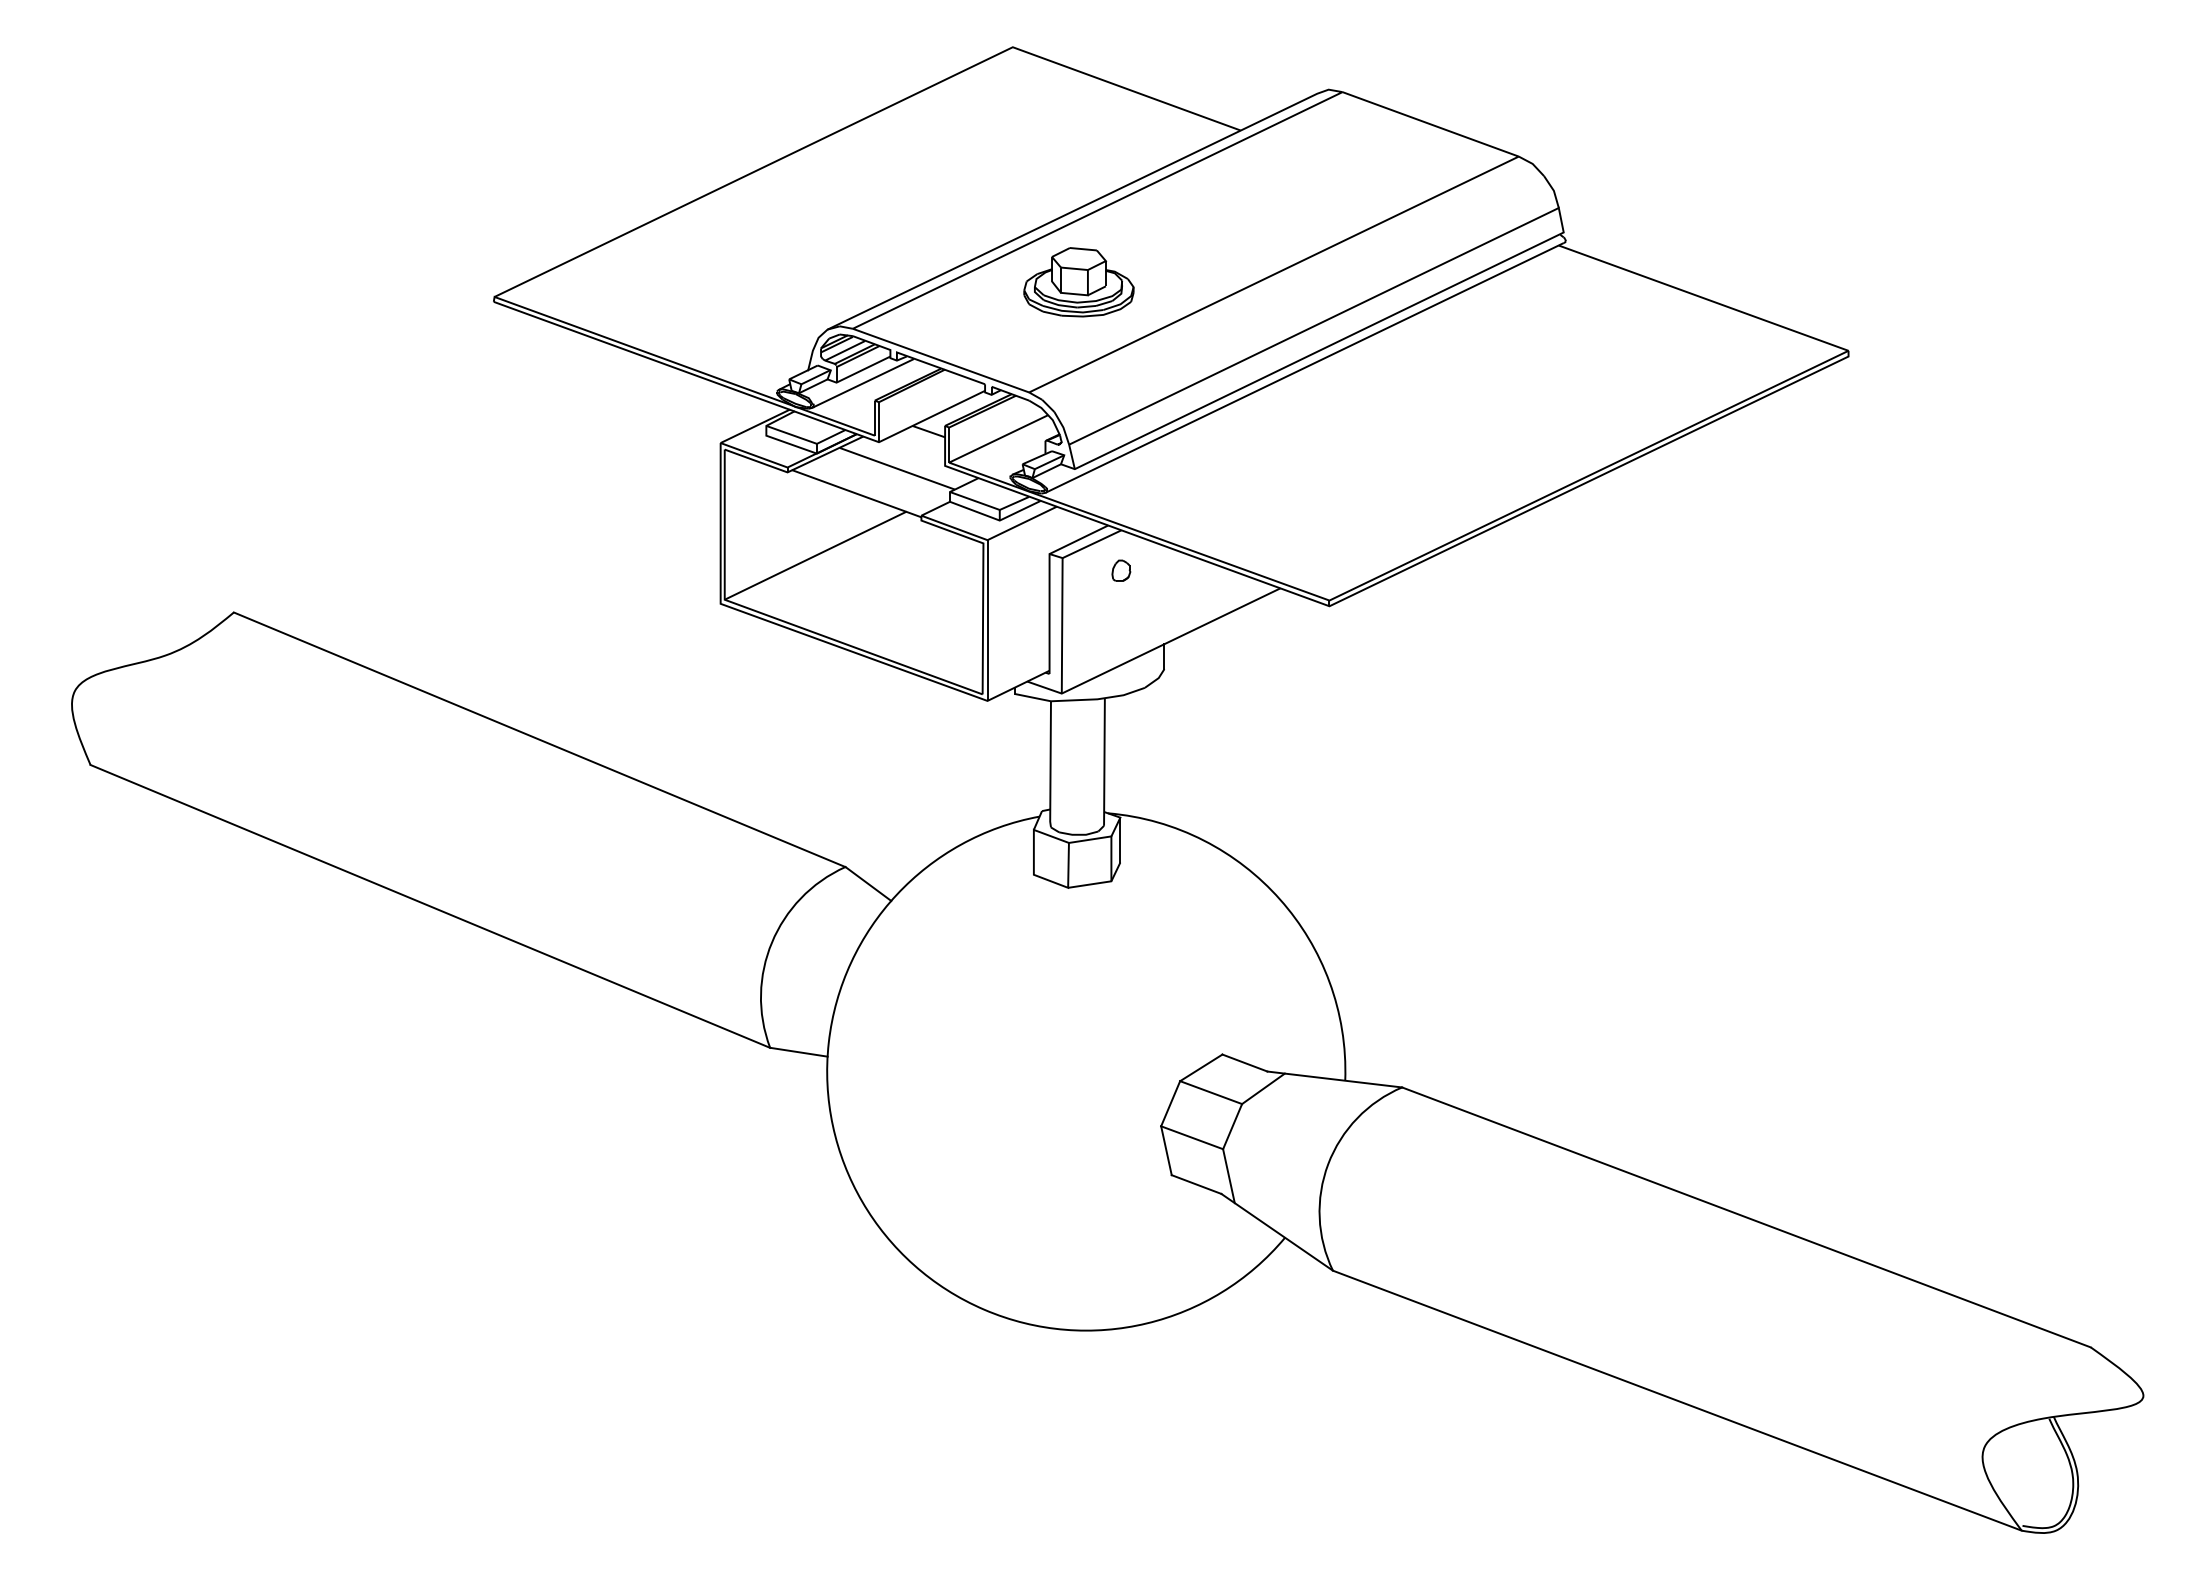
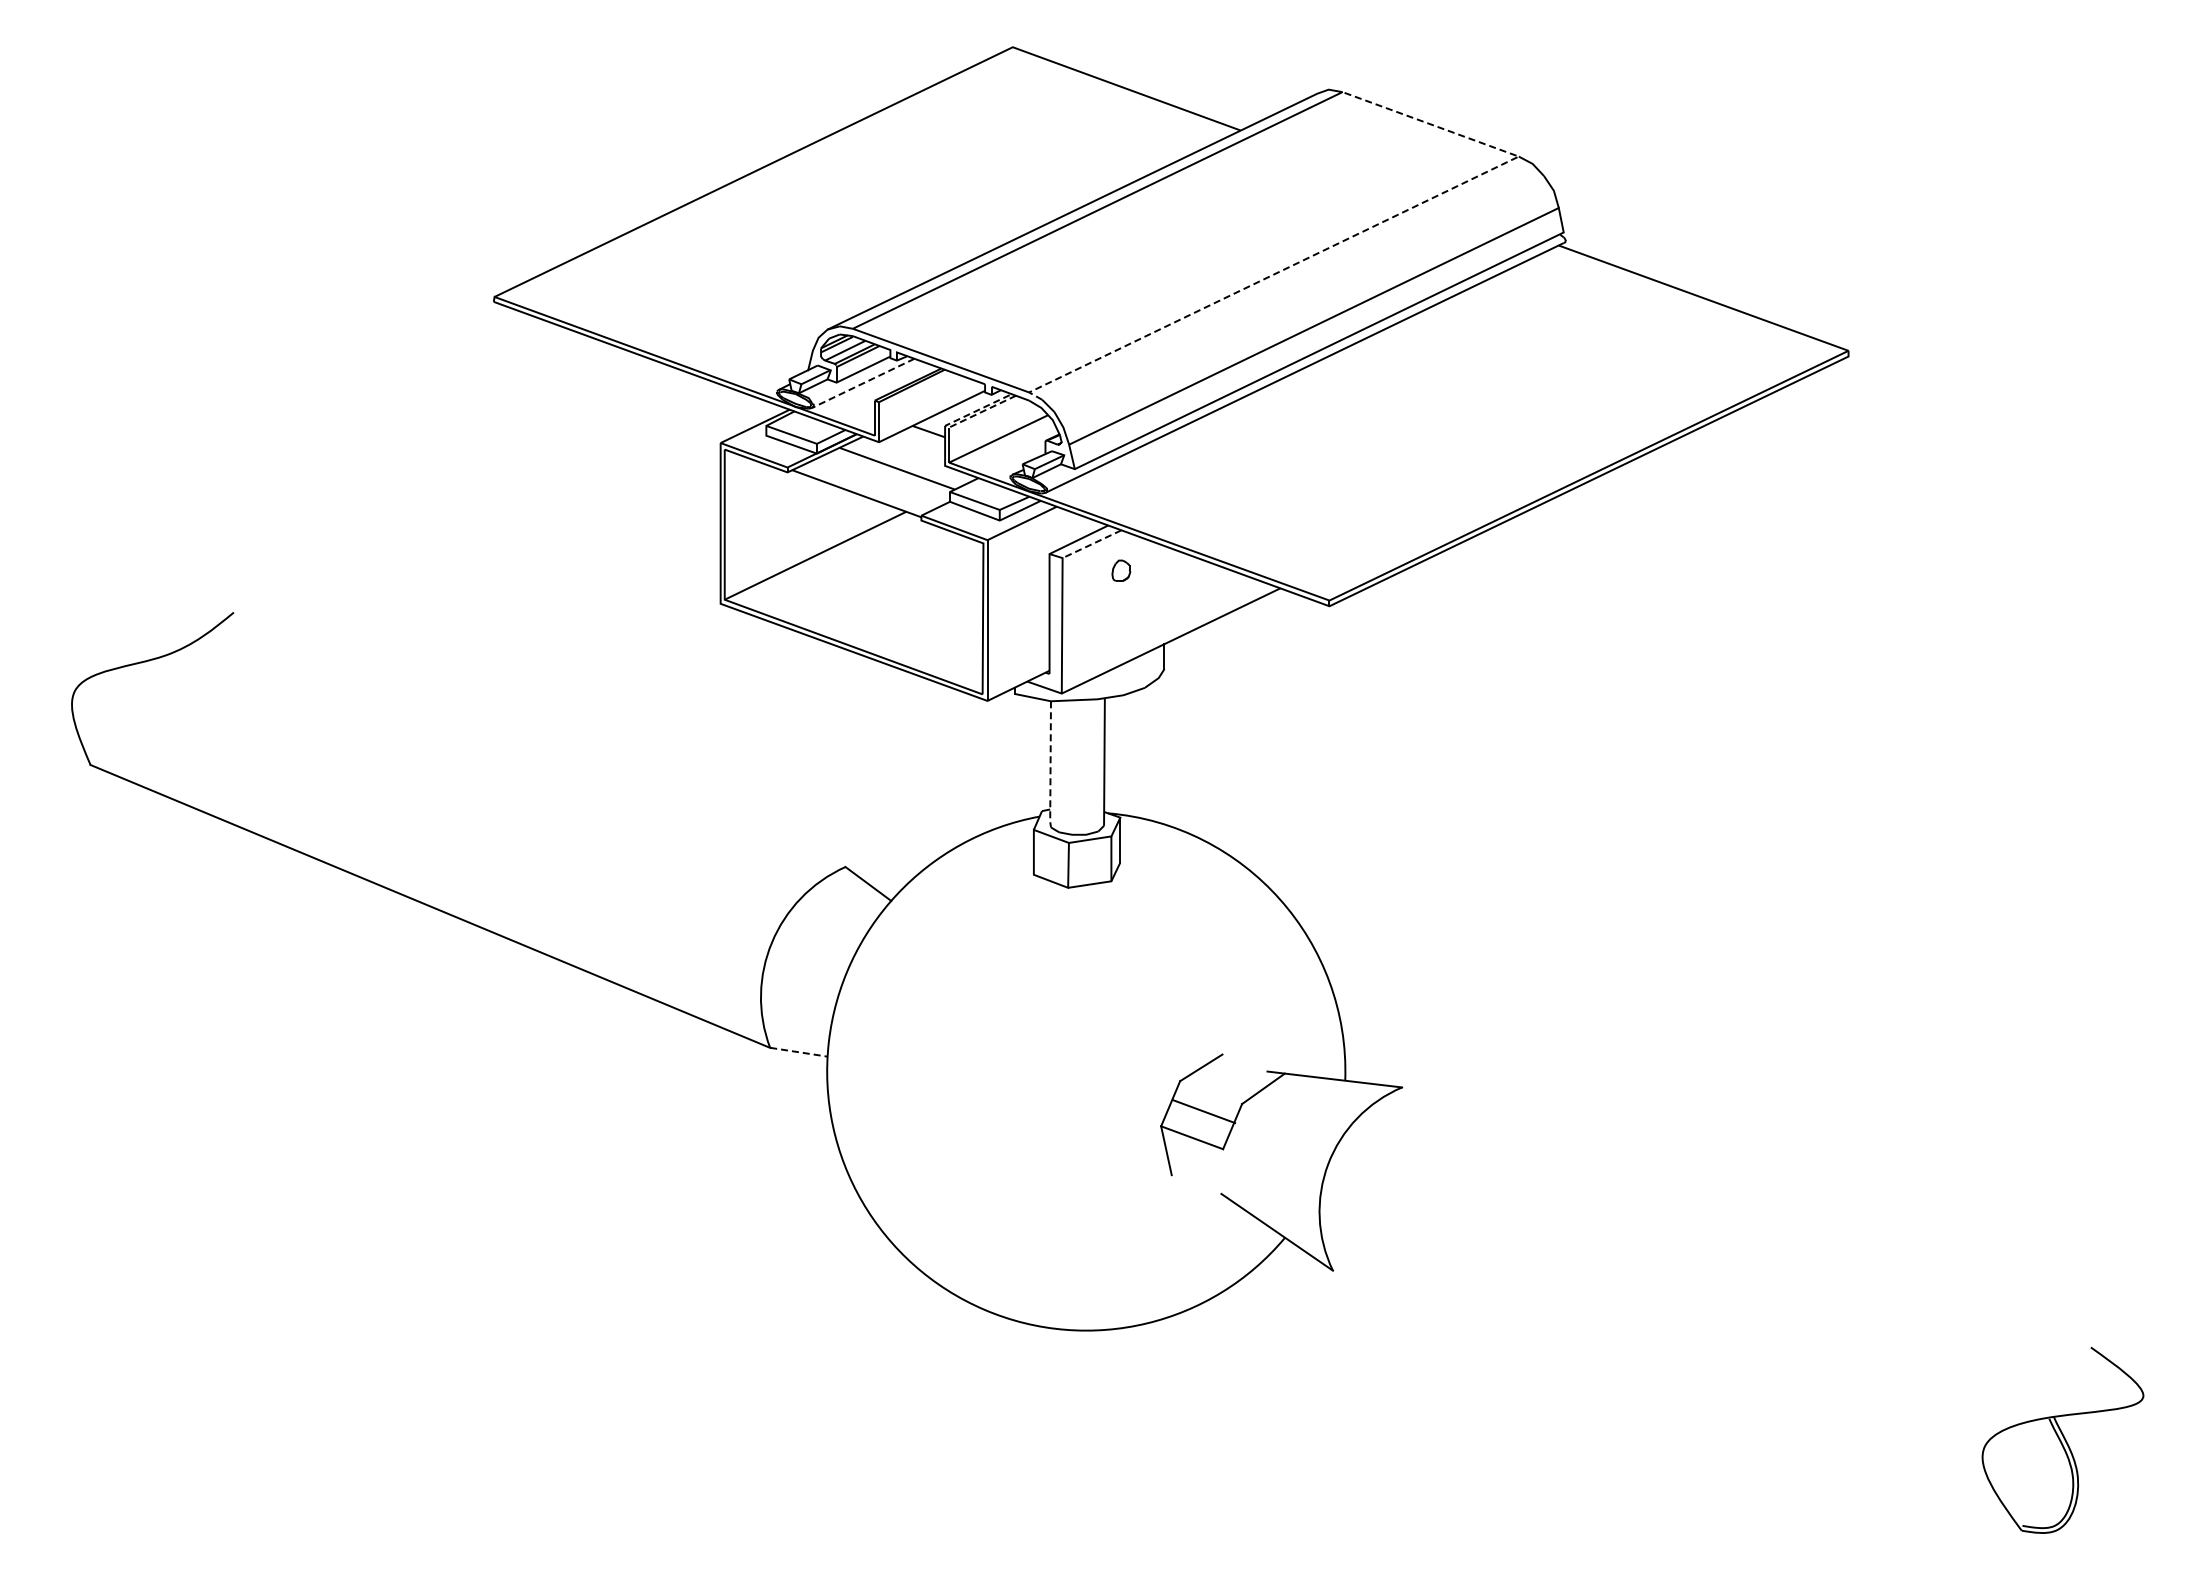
line at (1352, 236): solid -> dashed
part at (1078, 282): present -> none
line at (861, 384): solid -> dashed
line at (946, 426): solid -> dashed
line at (1091, 544): solid -> dashed
line at (539, 739): present -> none
line at (1050, 764): solid -> dashed
line at (799, 1052): solid -> dashed
line at (1244, 1062): present -> none
line at (1211, 1092) position: (1211, 1092) -> (1204, 1111)
line at (1228, 1176): present -> none
line at (1196, 1184): present -> none
line at (1746, 1217): present -> none
line at (1676, 1400): present -> none
